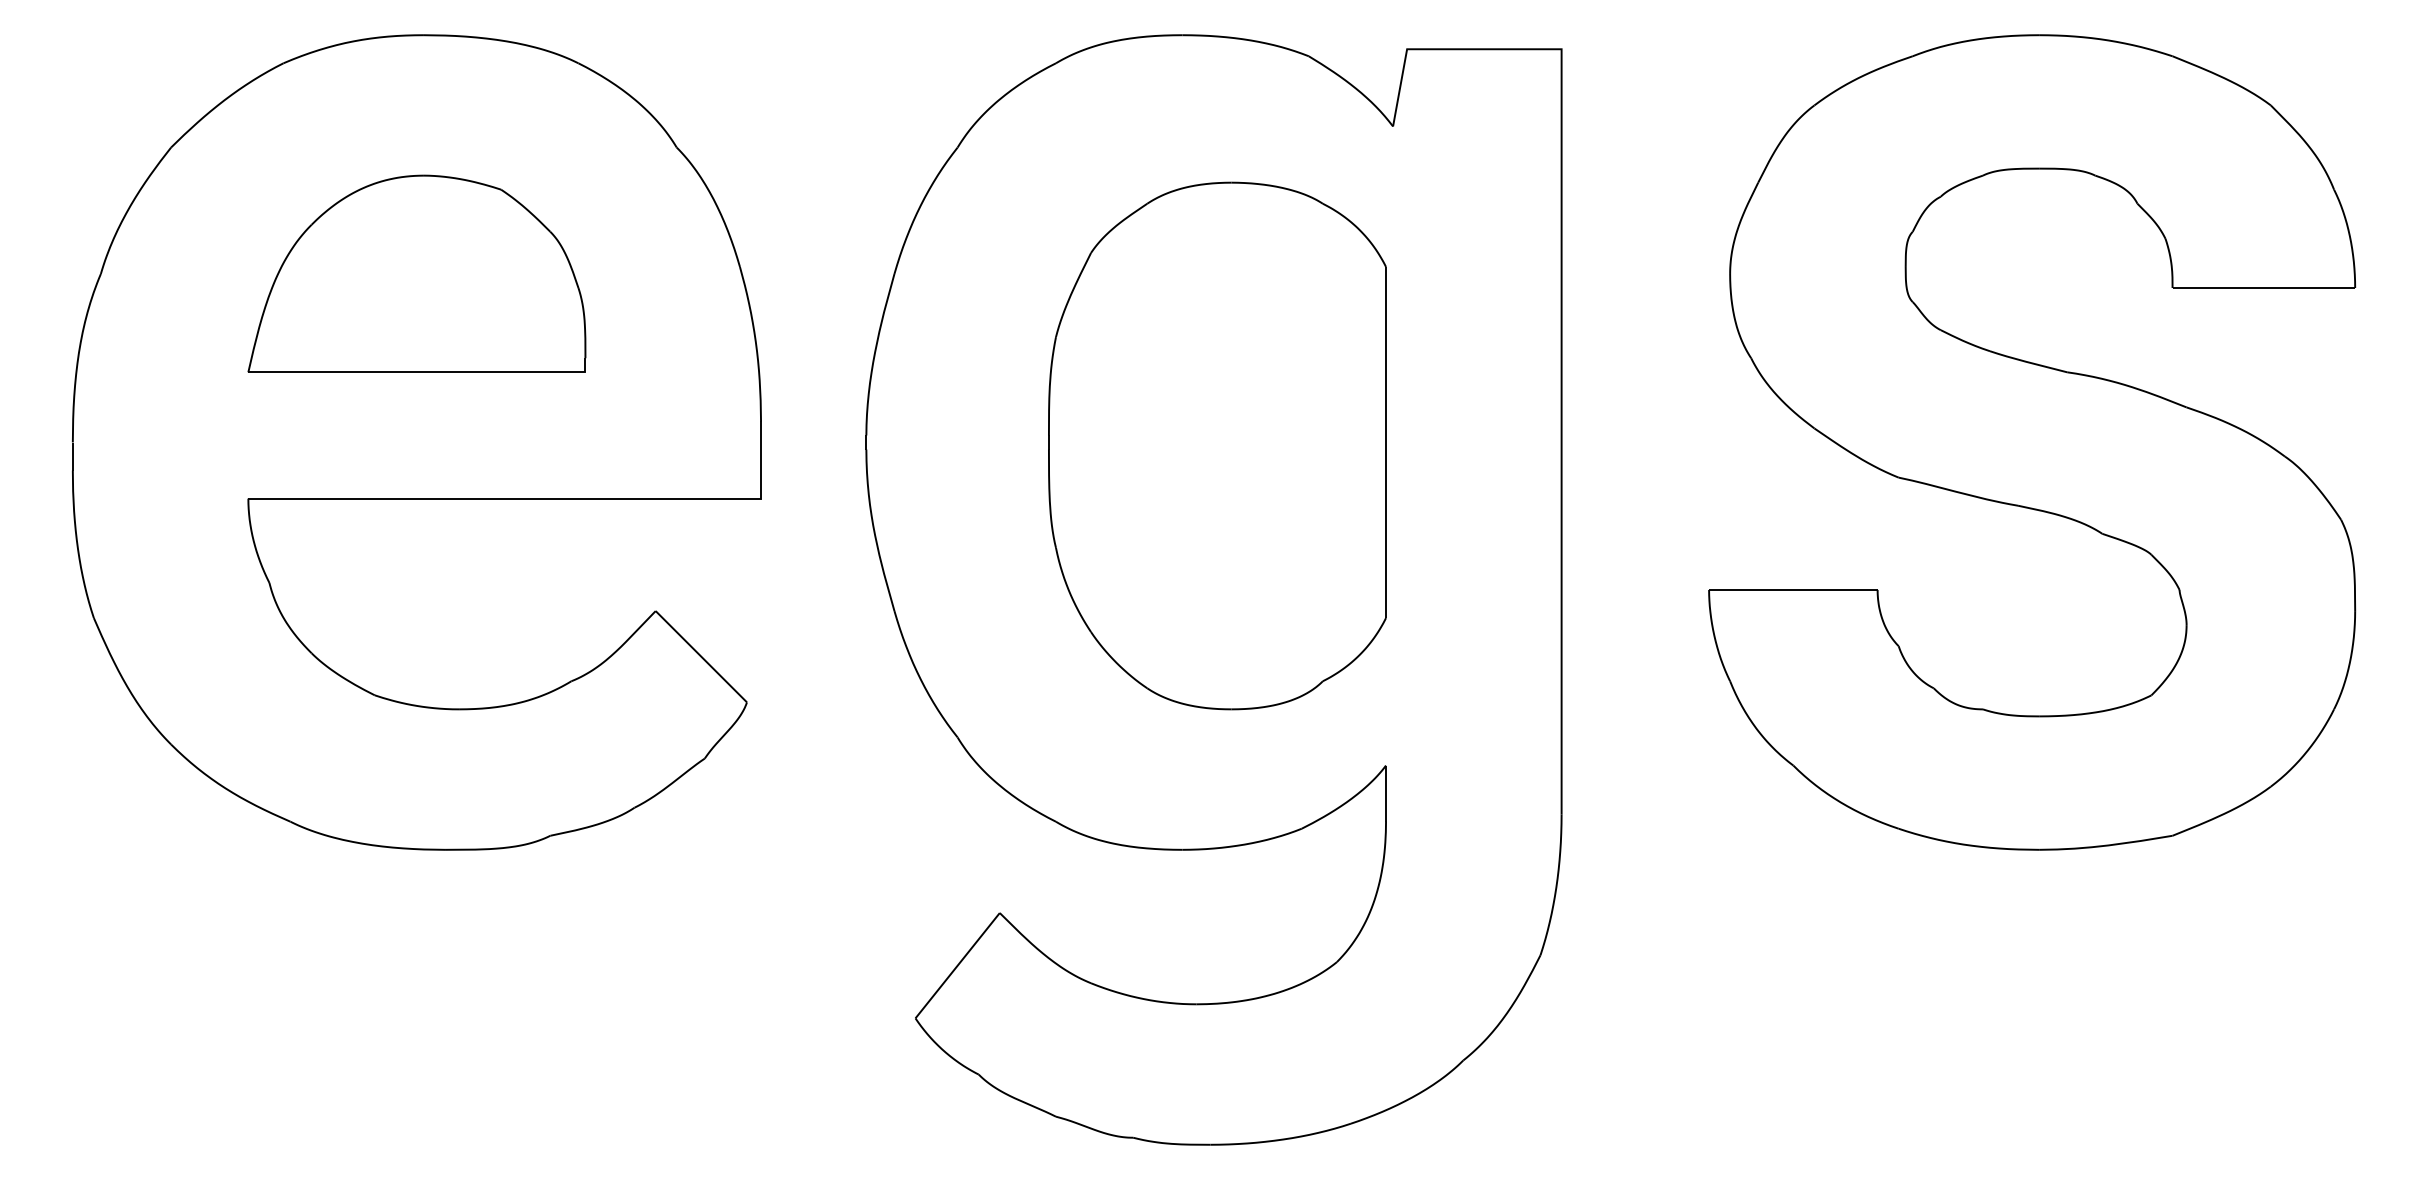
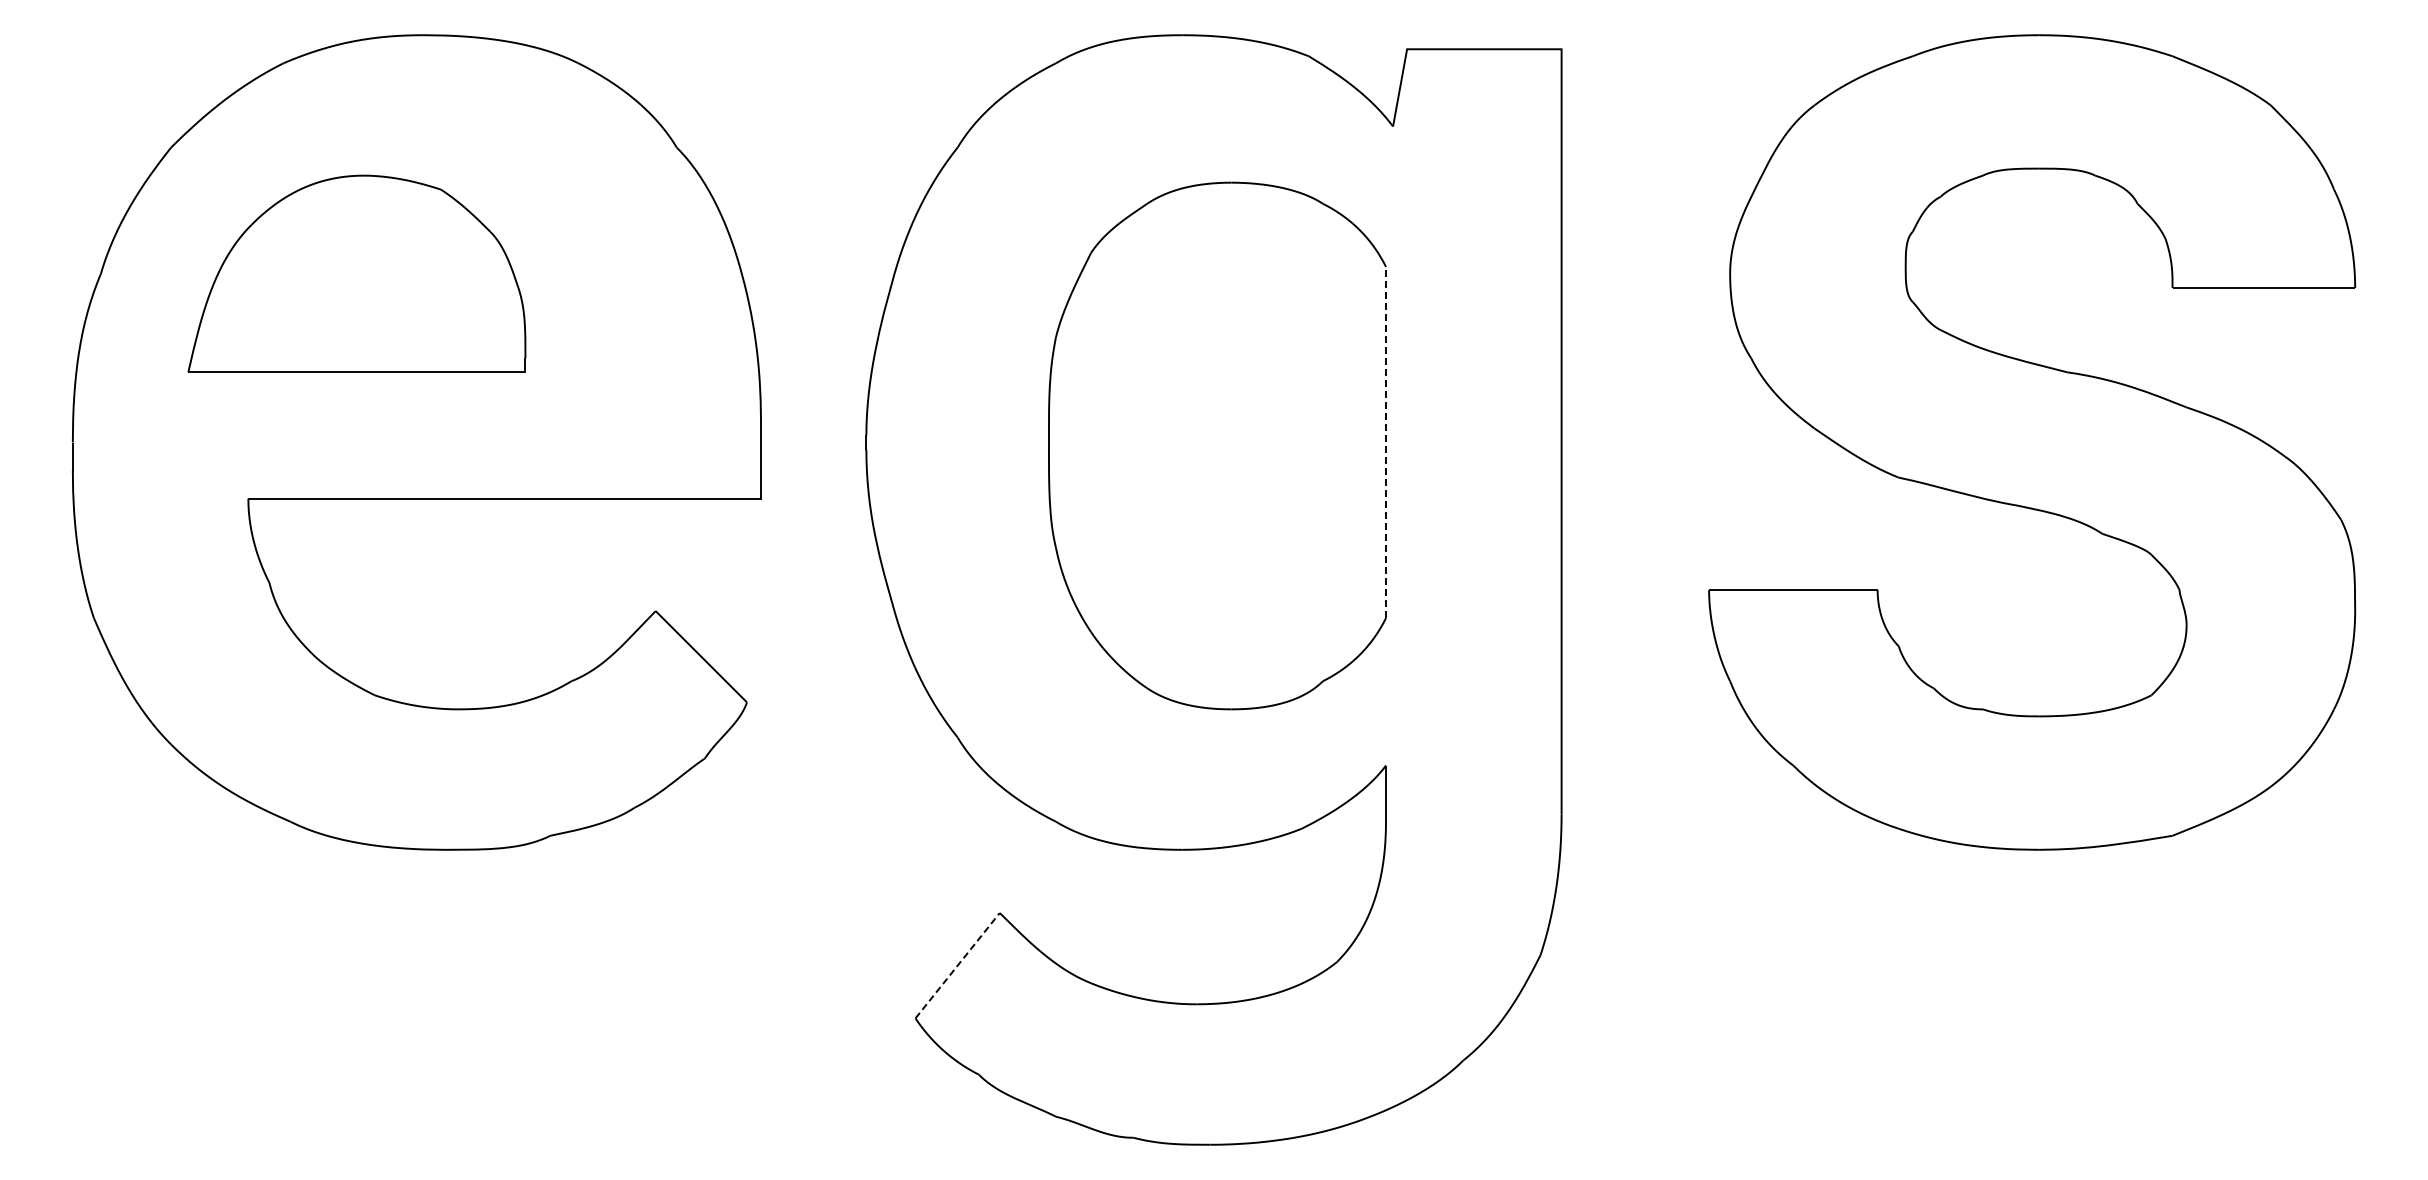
part at (416, 273) position: (416, 273) -> (356, 273)
line at (1386, 442): solid -> dashed
line at (957, 965): solid -> dashed
